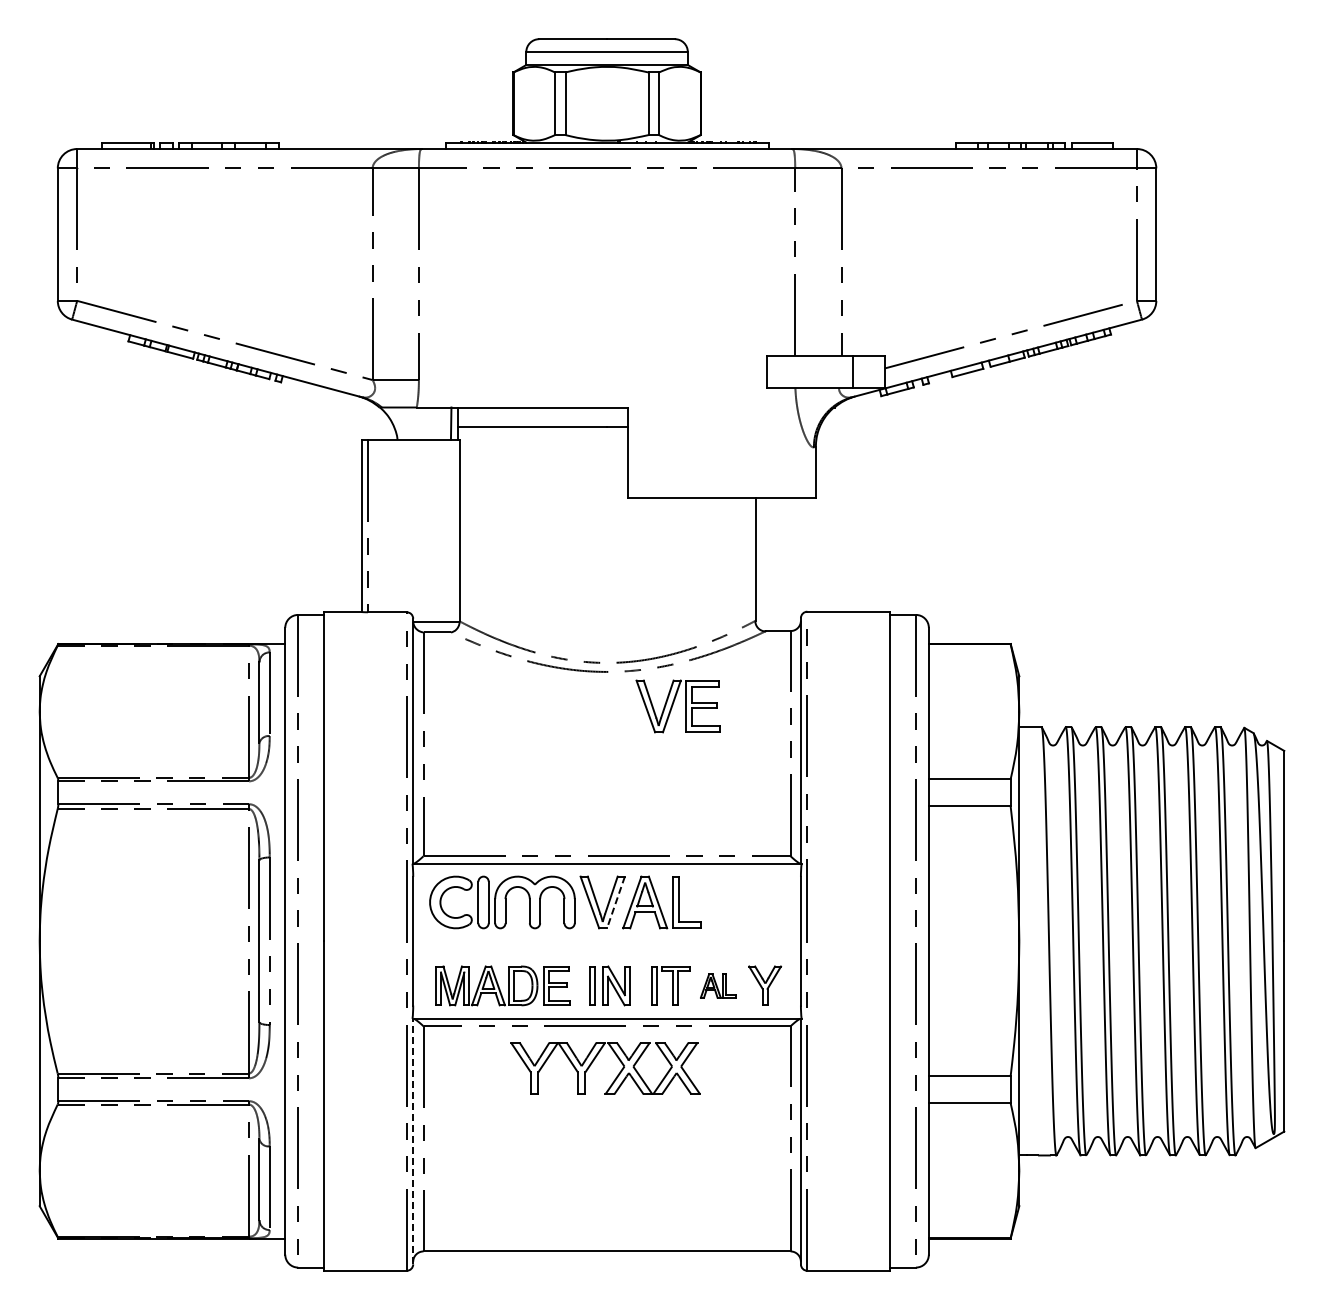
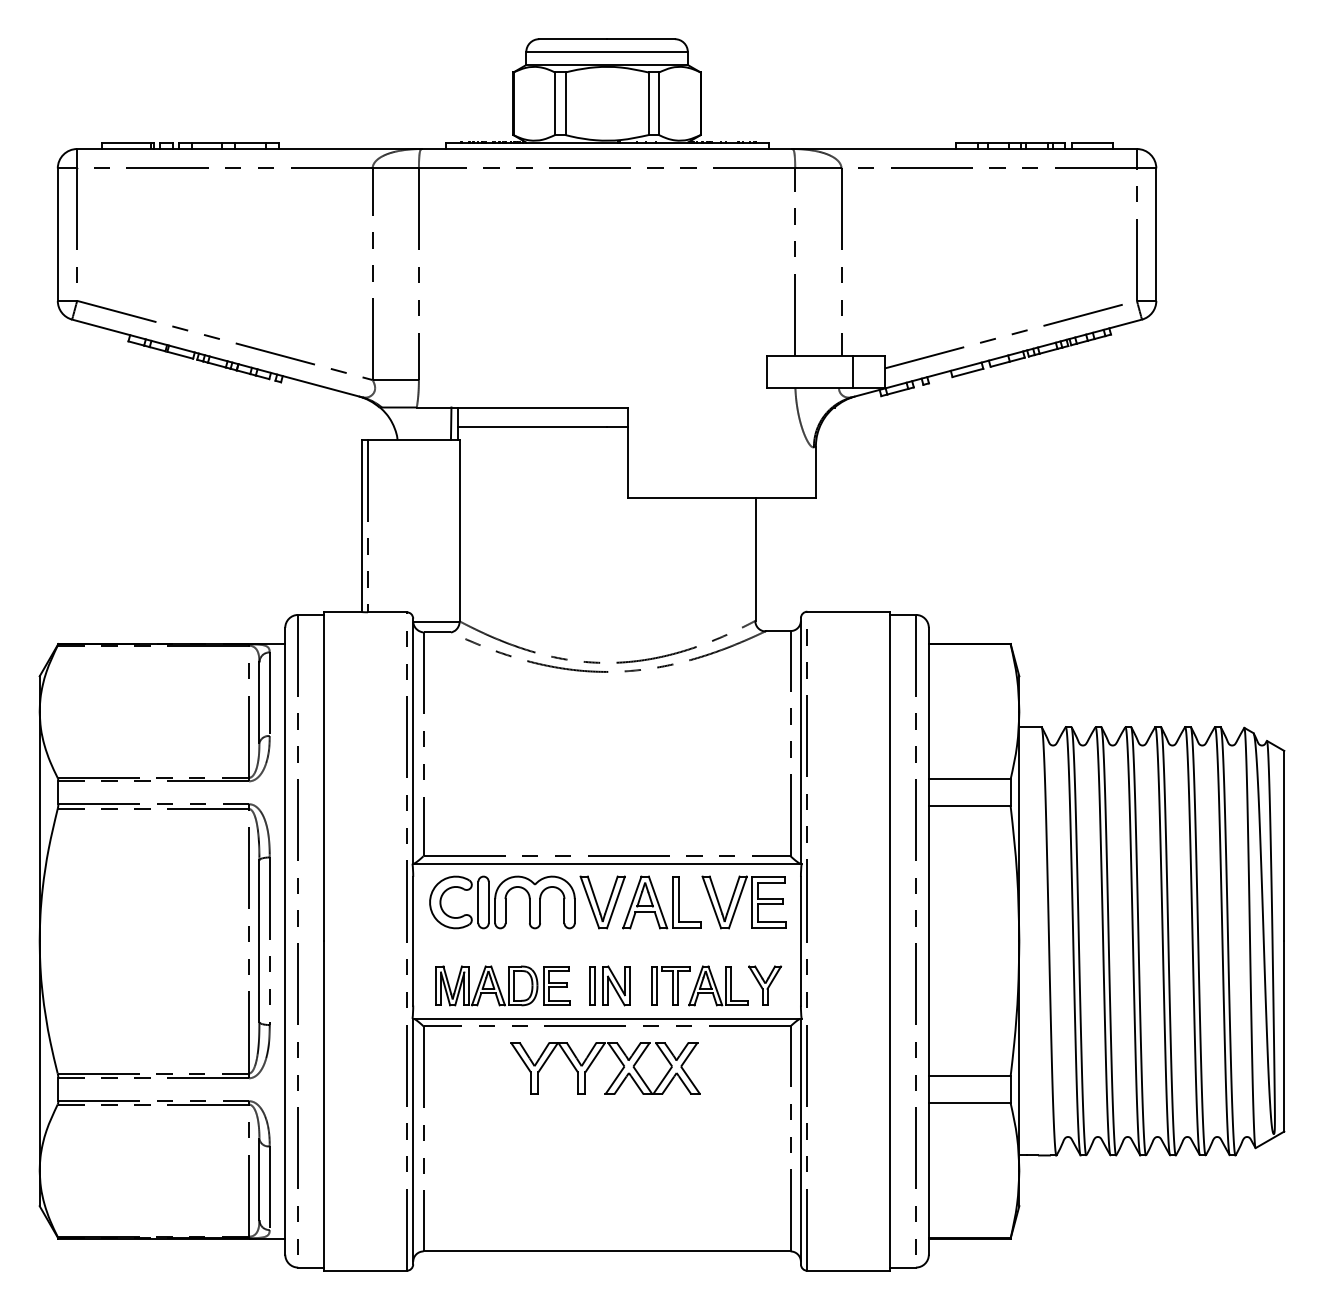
part at (677, 706) position: (677, 706) -> (743, 902)
line at (615, 902): dashed -> solid
part at (718, 985) size: 37x26 px -> 61x42 px
line at (413, 1141): dashed -> solid
